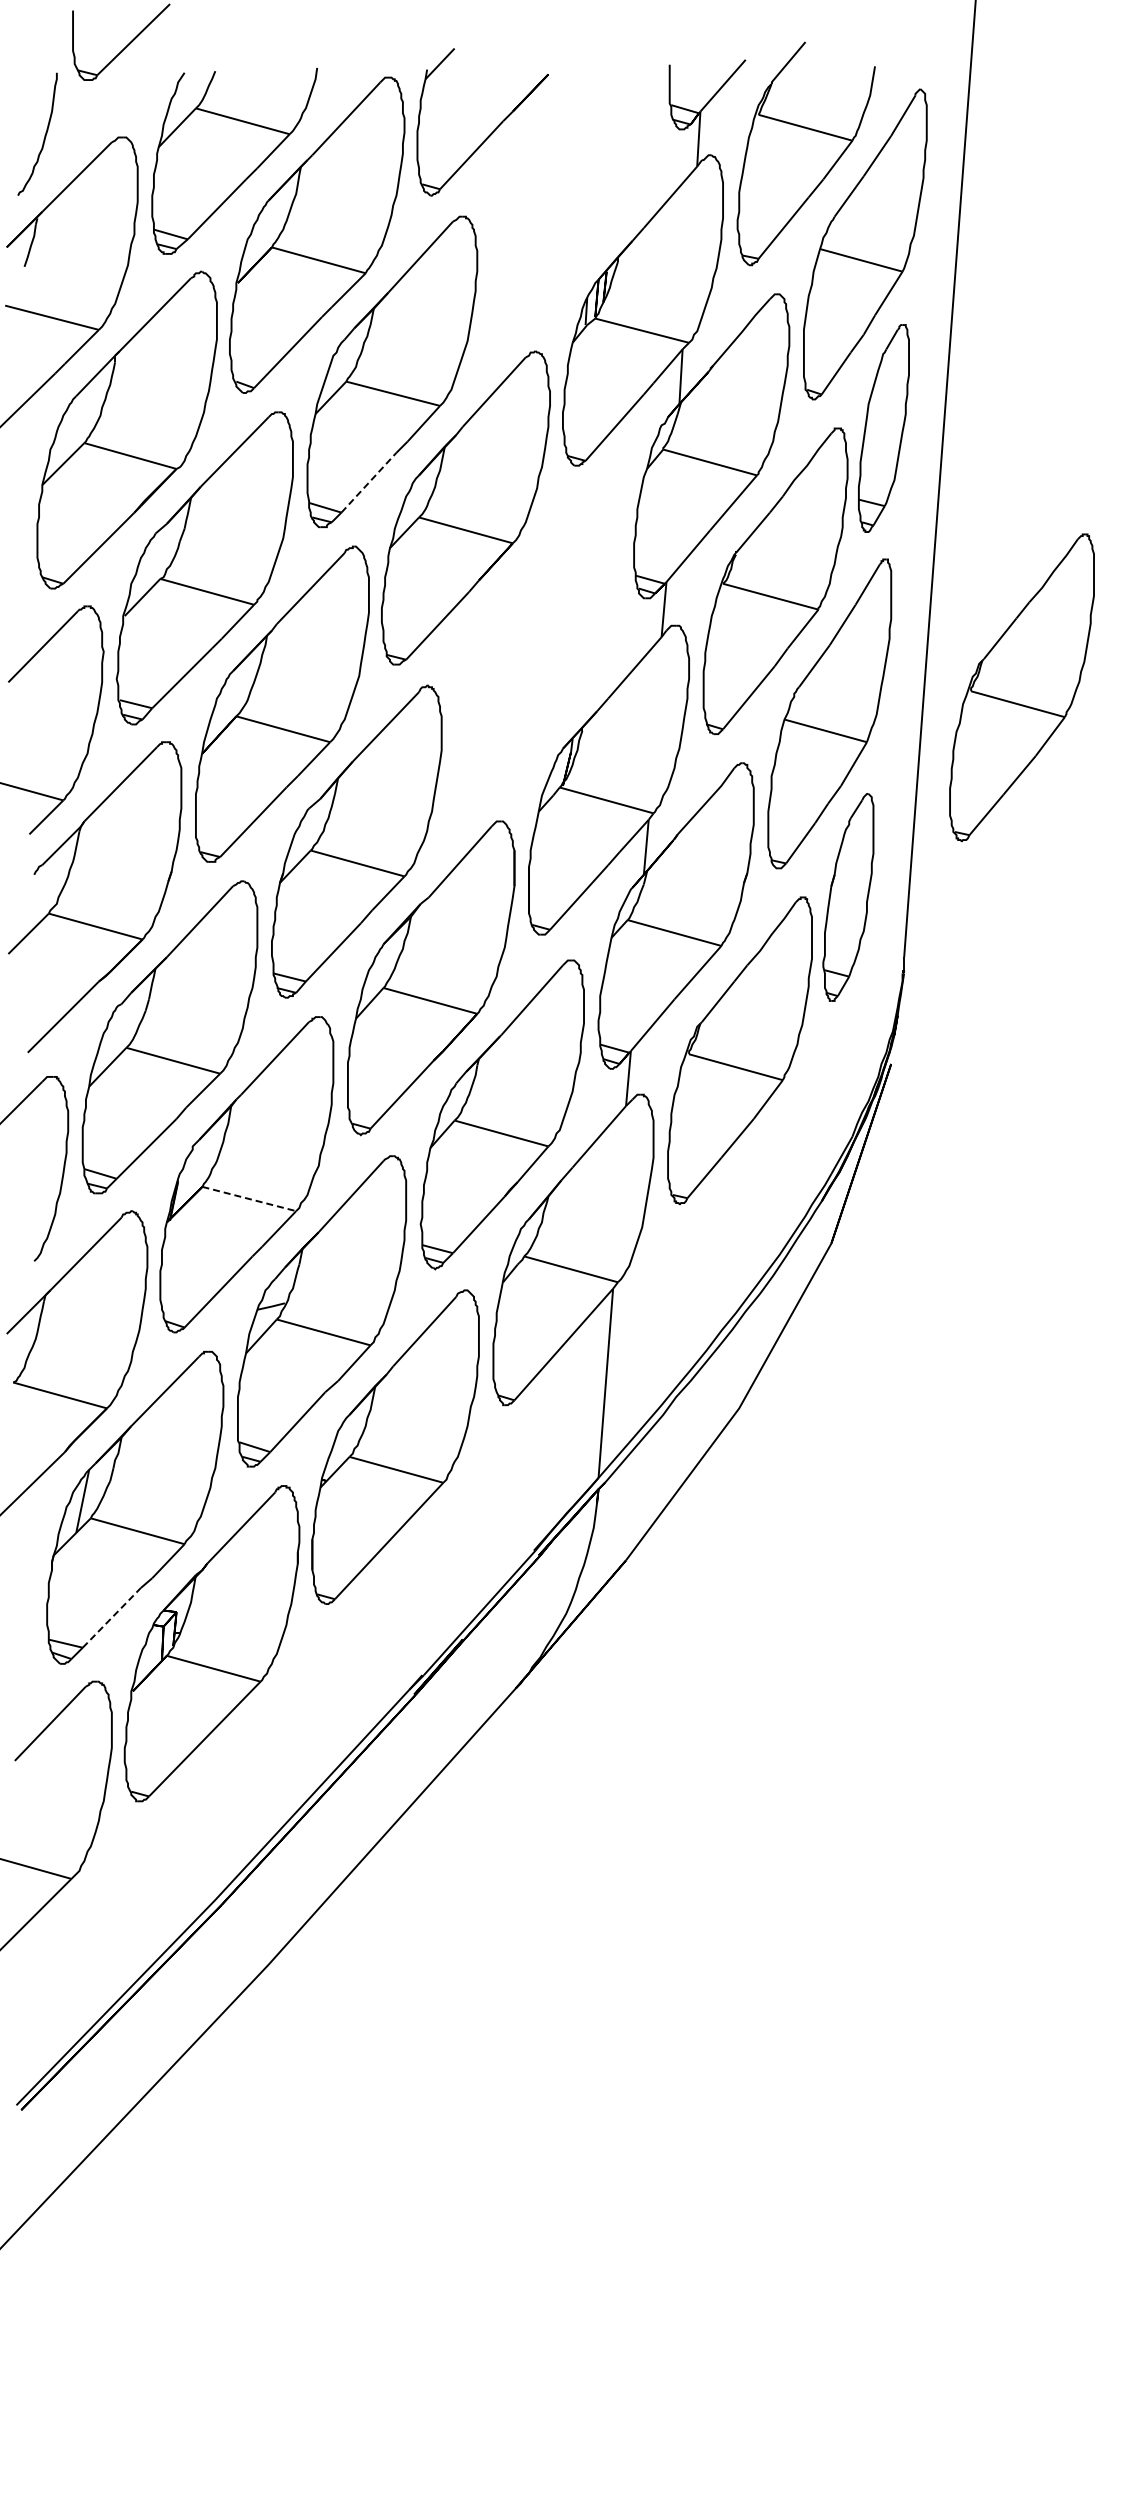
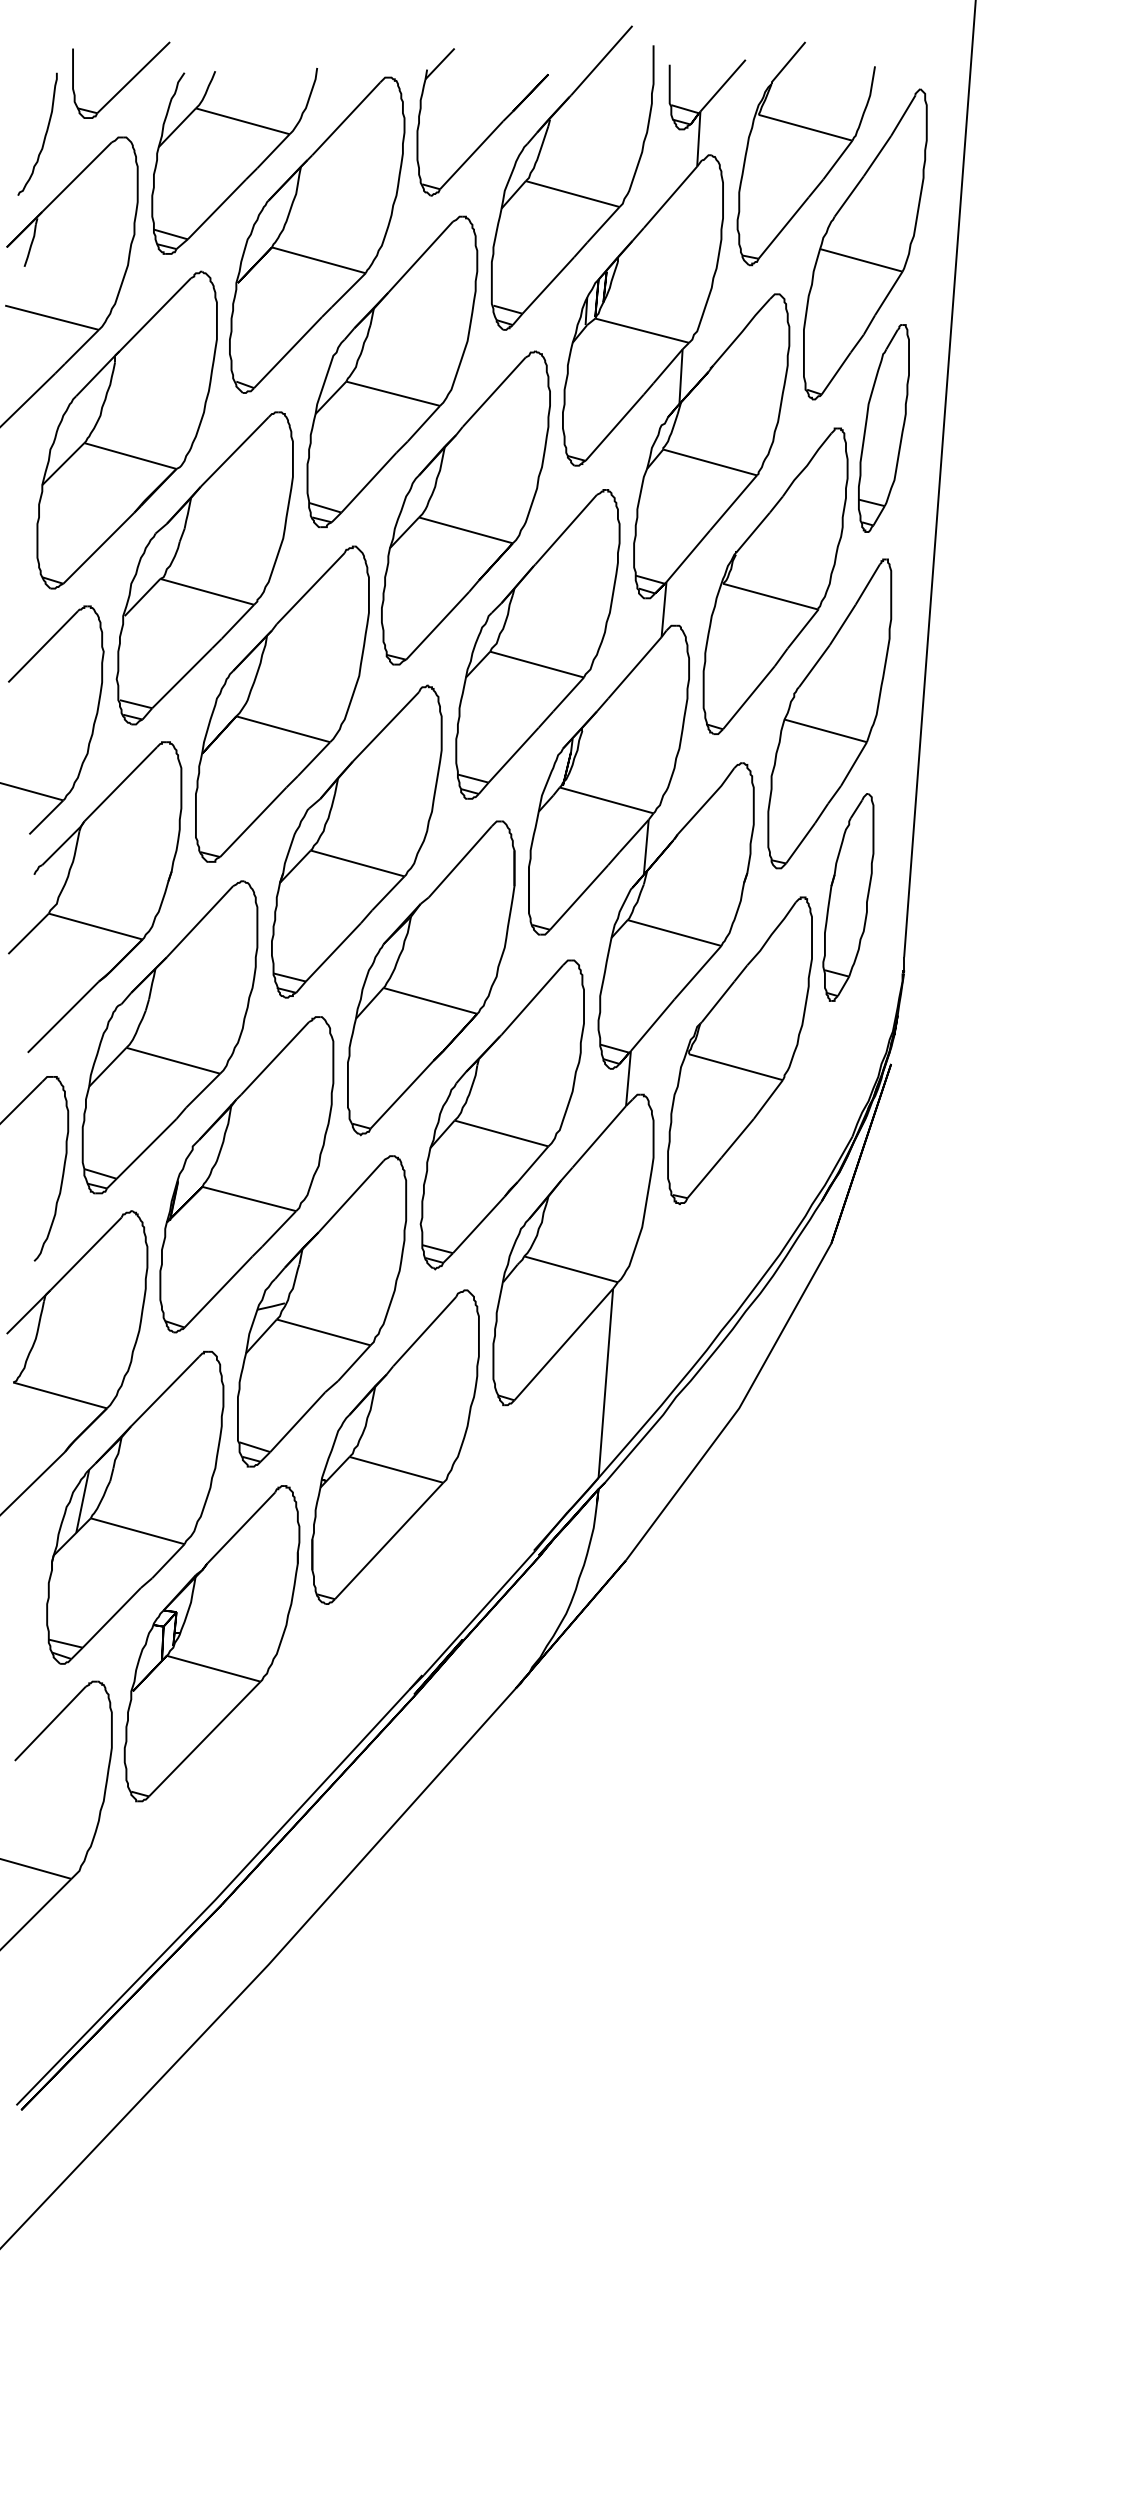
part at (126, 45) position: (126, 45) -> (126, 83)
part at (567, 191): none -> present
line at (368, 482): dashed -> solid
part at (537, 644): none -> present
part at (1021, 687): present -> none
line at (249, 1199): dashed -> solid
line at (111, 1617): dashed -> solid
